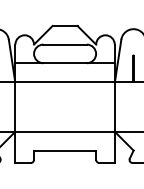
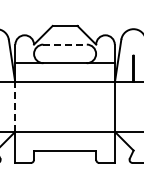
line at (65, 44): solid -> dashed
line at (15, 106): solid -> dashed
